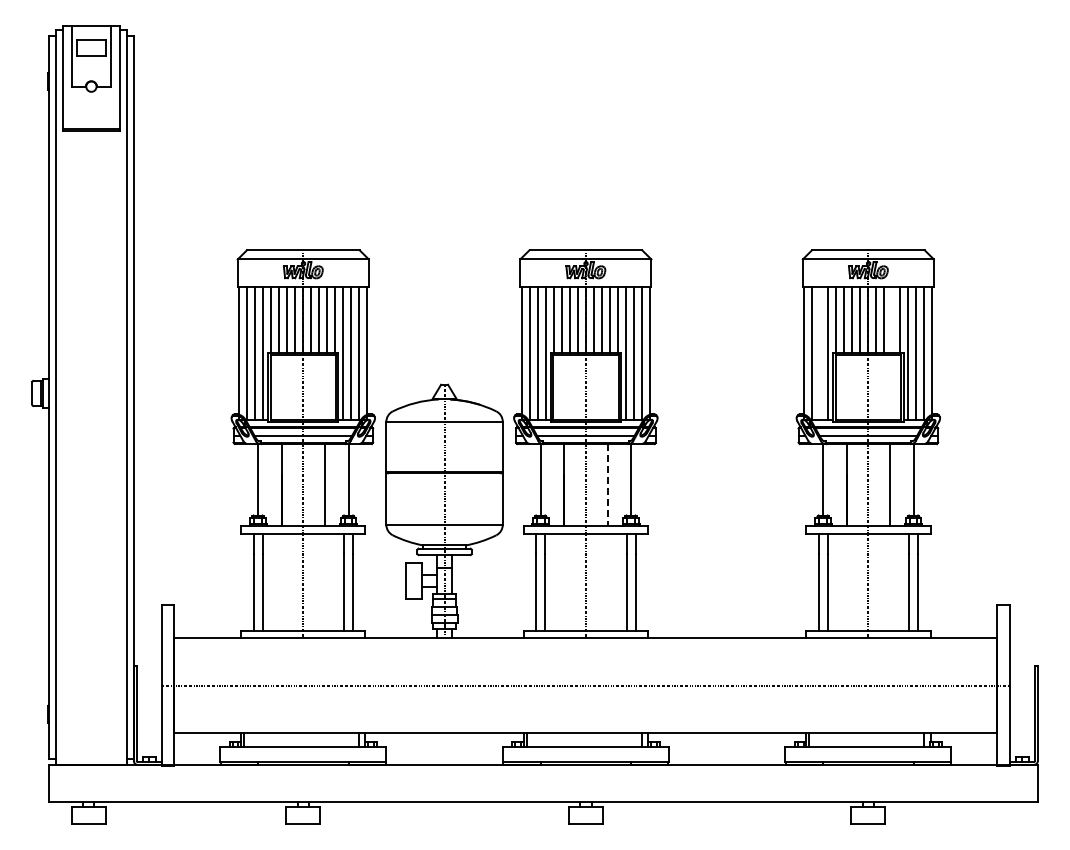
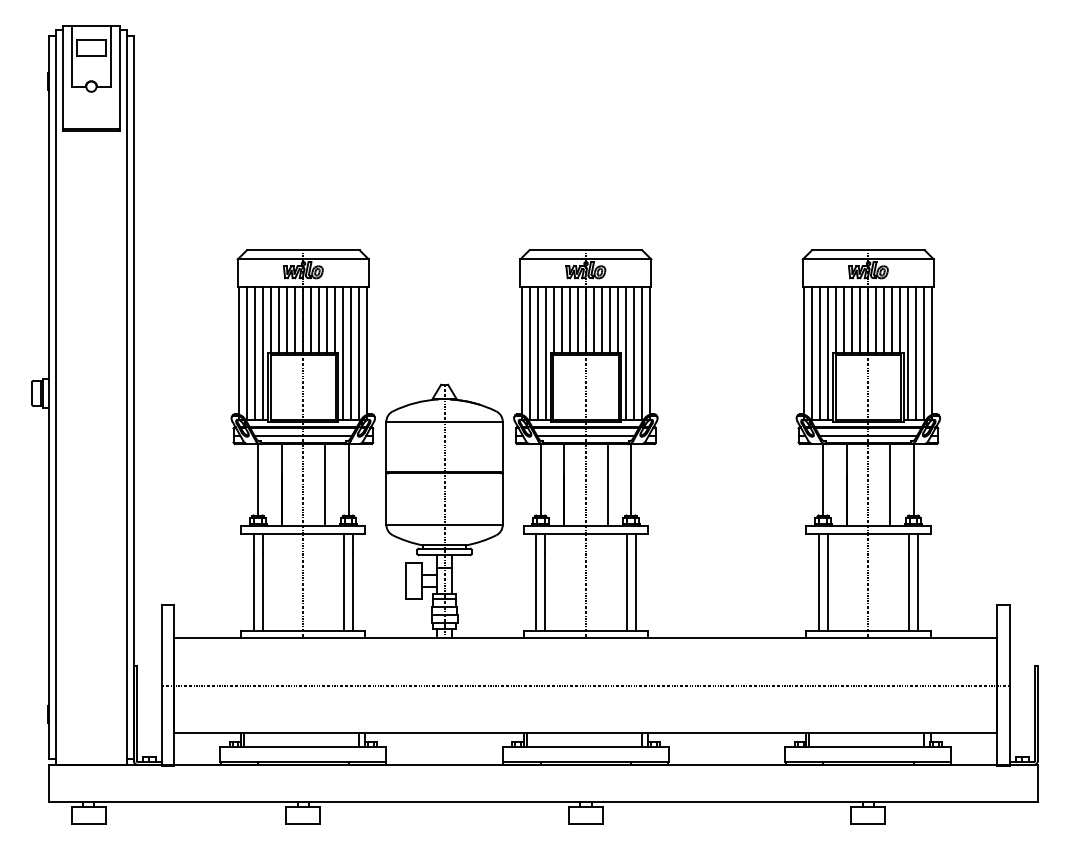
line at (892, 319): none -> present
line at (820, 353): none -> present
line at (607, 484): dashed -> solid
